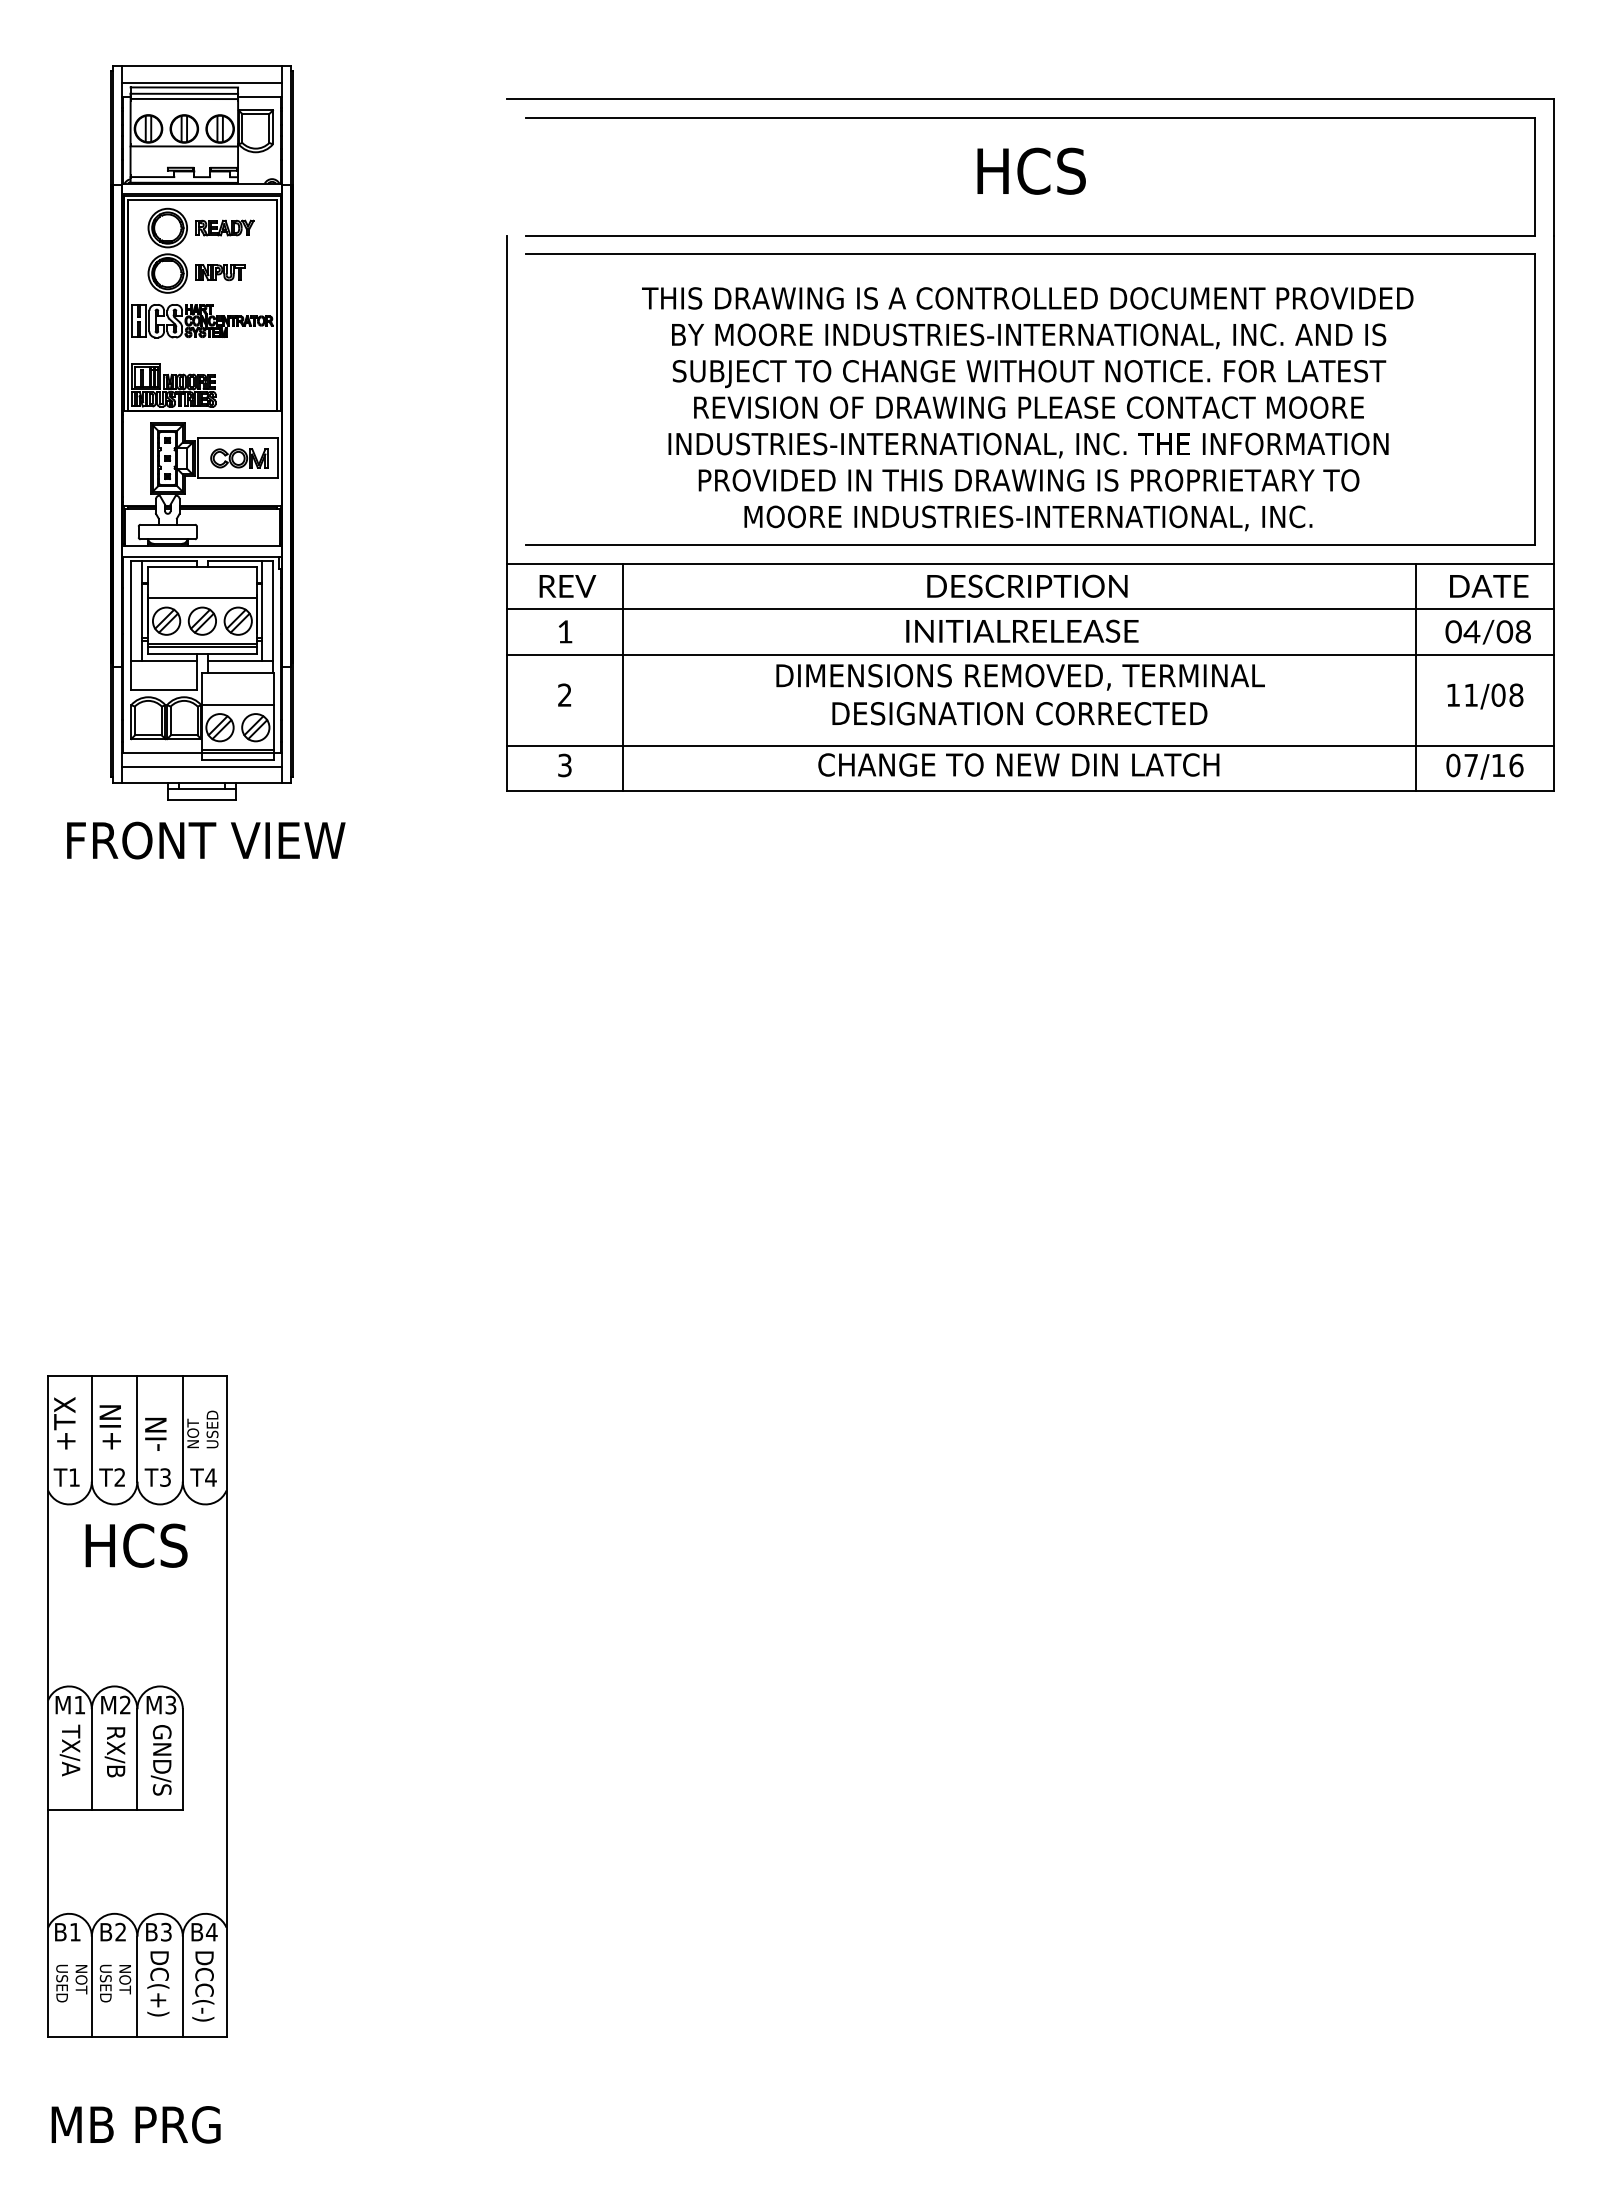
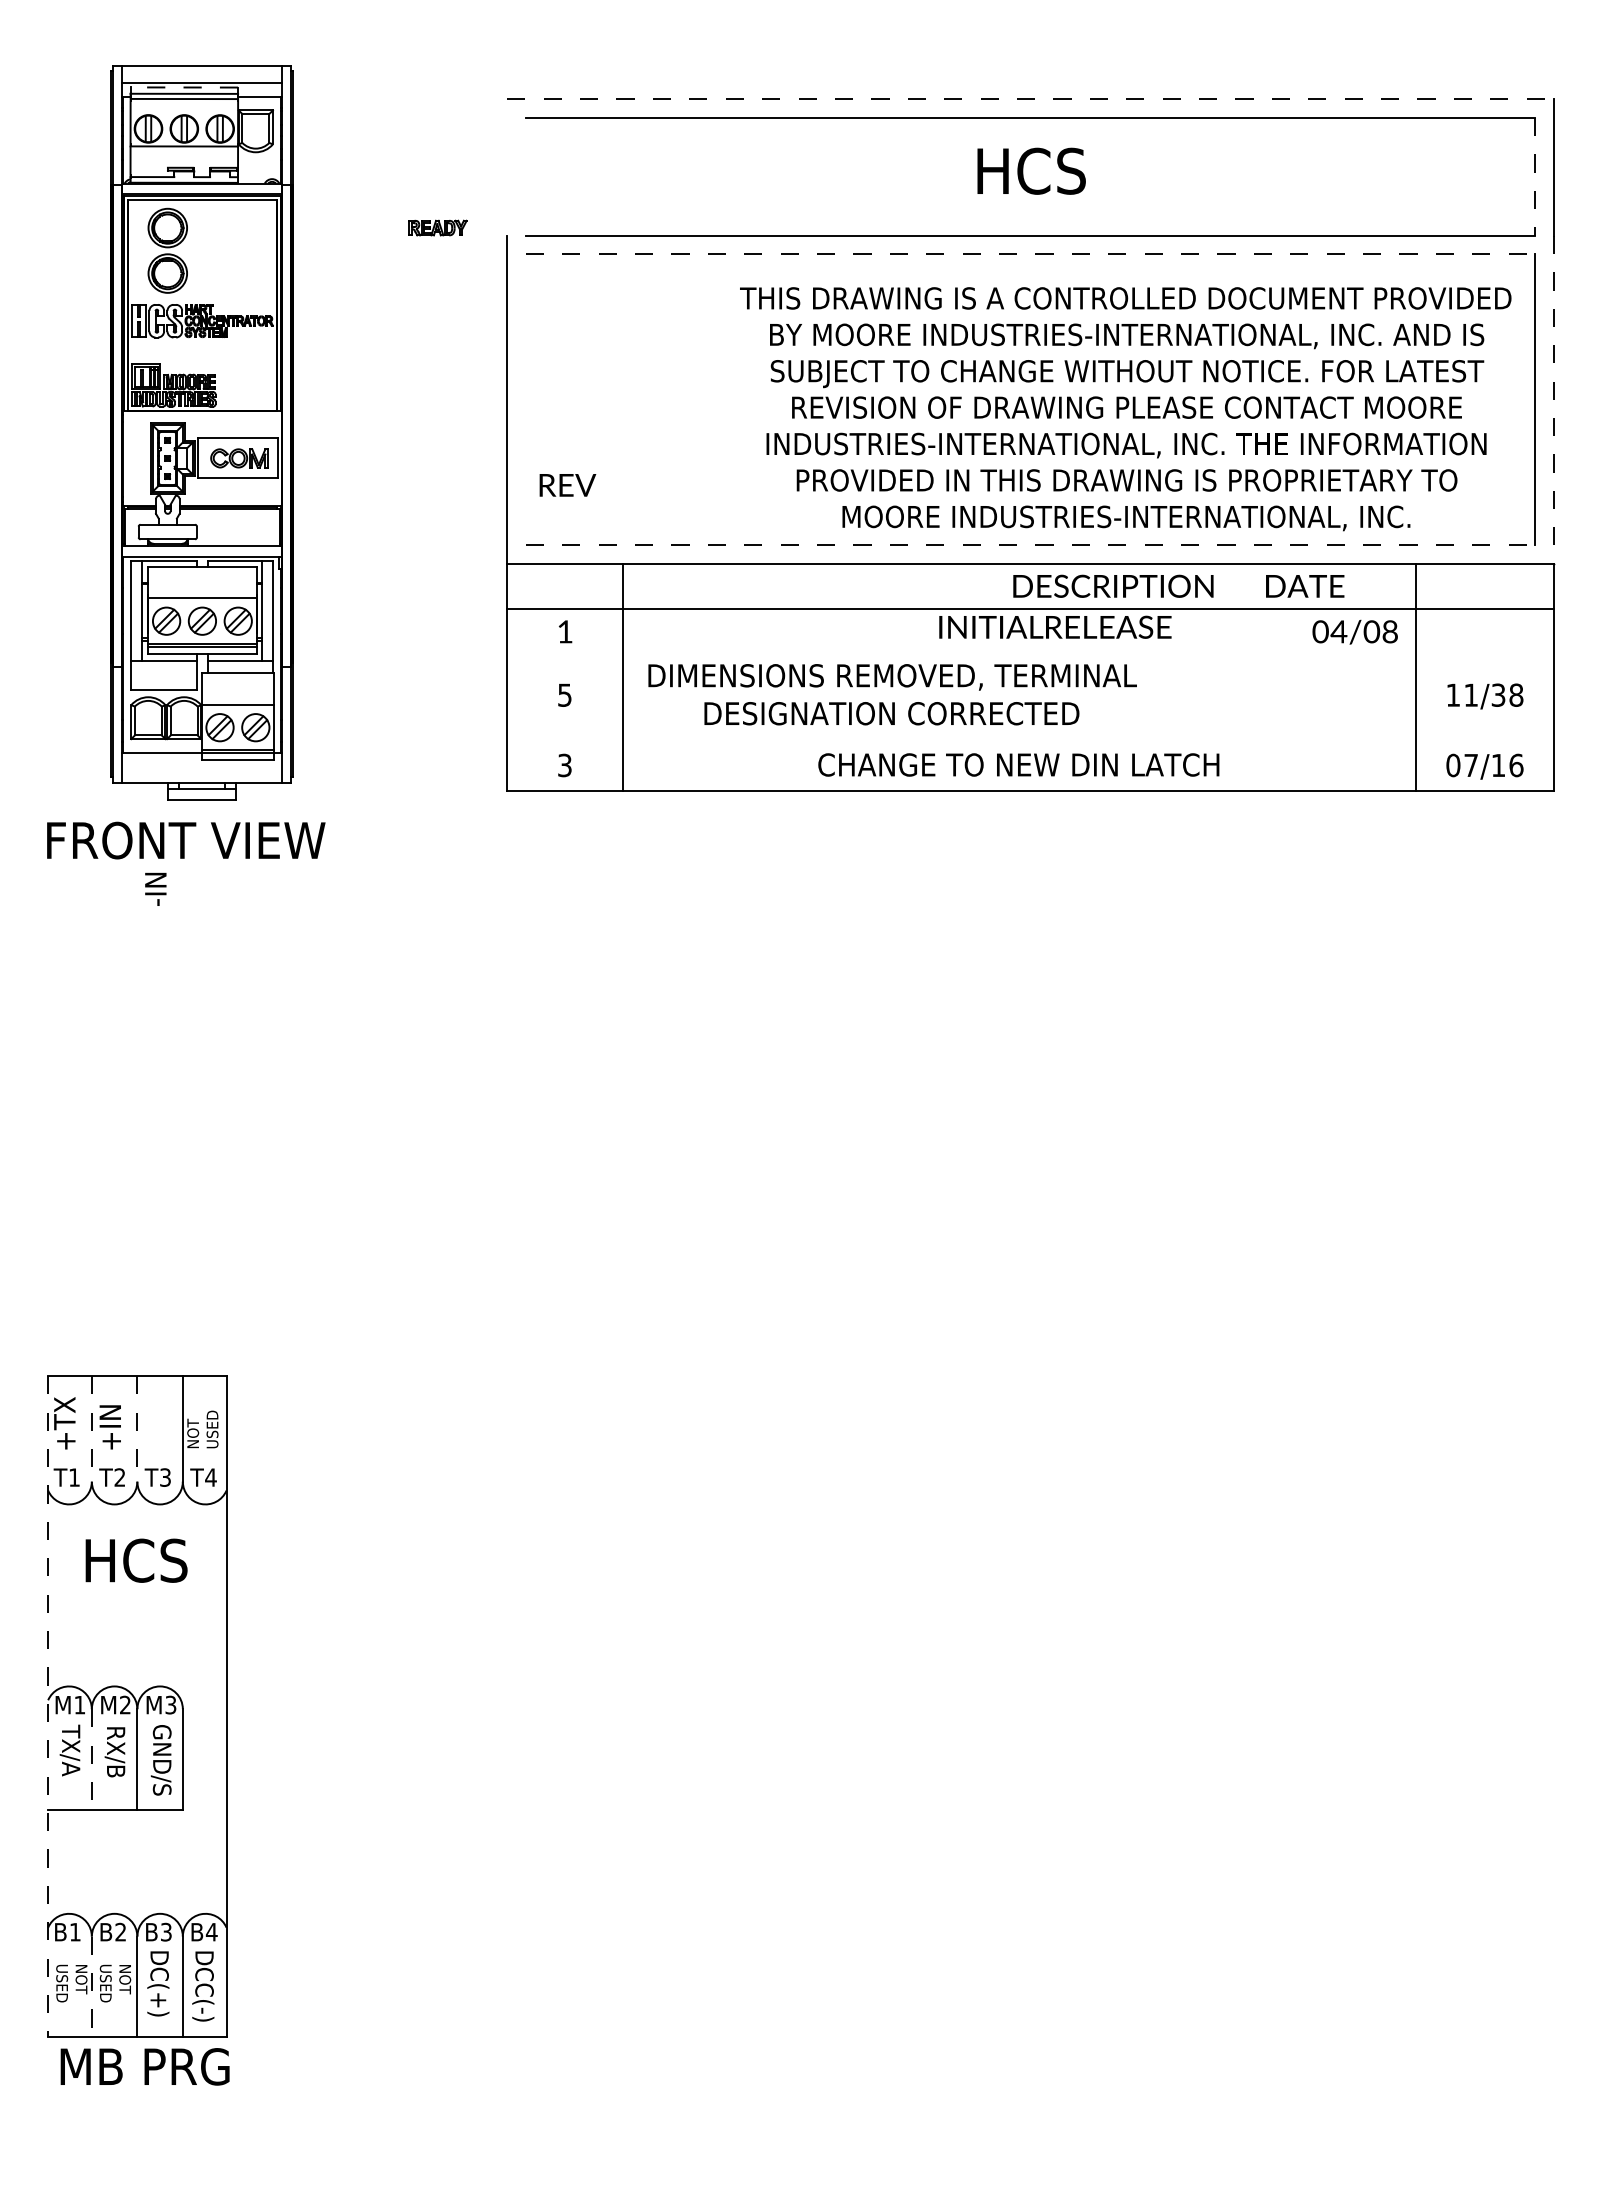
line at (184, 87): solid -> dashed
line at (1031, 99): solid -> dashed
line at (1535, 177): solid -> dashed
part at (224, 227) position: (224, 227) -> (437, 227)
line at (1030, 254): solid -> dashed
part at (220, 272): present -> none
line at (1553, 399): solid -> dashed
text at (1027, 409) position: (1027, 409) -> (1125, 409)
line at (1030, 545): solid -> dashed
text at (1027, 585) position: (1027, 585) -> (1113, 585)
text at (567, 586) position: (567, 586) -> (567, 485)
text at (1489, 586) position: (1489, 586) -> (1305, 586)
text at (1022, 630) position: (1022, 630) -> (1055, 626)
text at (1487, 631) position: (1487, 631) -> (1354, 631)
line at (1030, 654): present -> none
text at (564, 694): 2 -> 5
text at (1020, 694) position: (1020, 694) -> (892, 694)
text at (1498, 694): 11/08 -> 11/38
line at (1030, 745): present -> none
line at (201, 766): present -> none
text at (206, 840) position: (206, 840) -> (186, 840)
line at (91, 1428): solid -> dashed
line at (137, 1428): solid -> dashed
text at (155, 1433) position: (155, 1433) -> (155, 888)
text at (136, 1545) position: (136, 1545) -> (136, 1560)
line at (48, 1707): solid -> dashed
line at (91, 1759): solid -> dashed
line at (91, 1987): solid -> dashed
text at (135, 2124) position: (135, 2124) -> (144, 2066)
